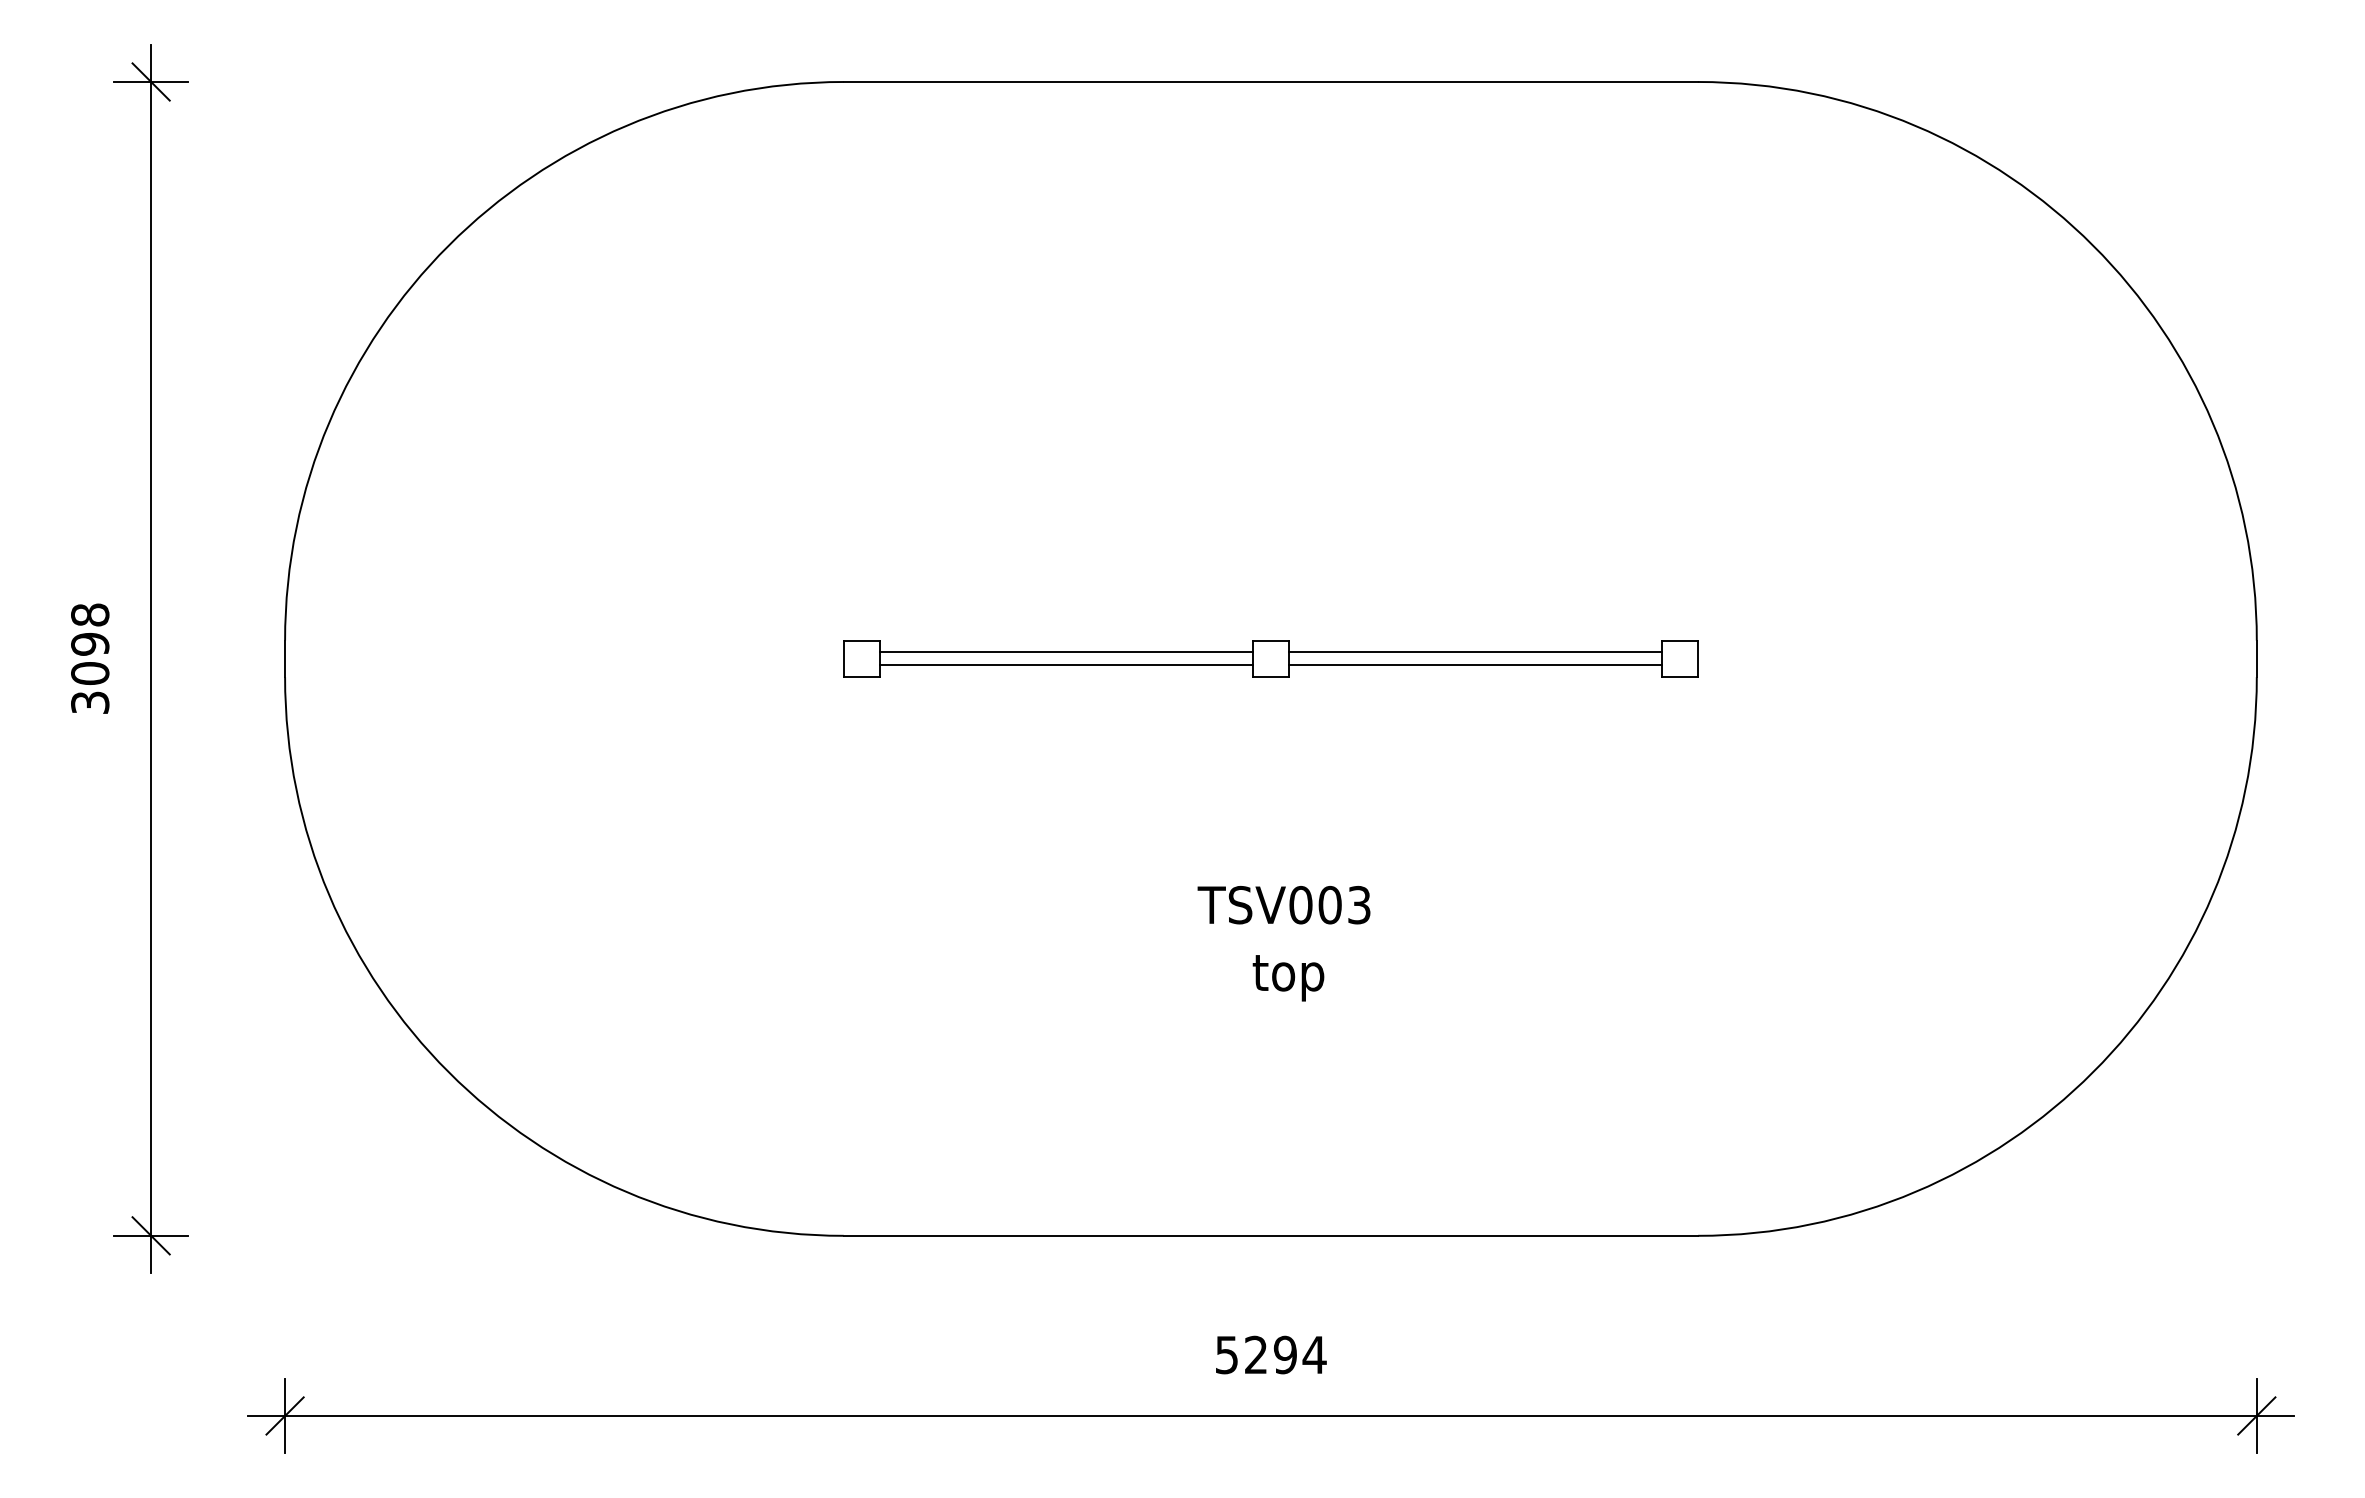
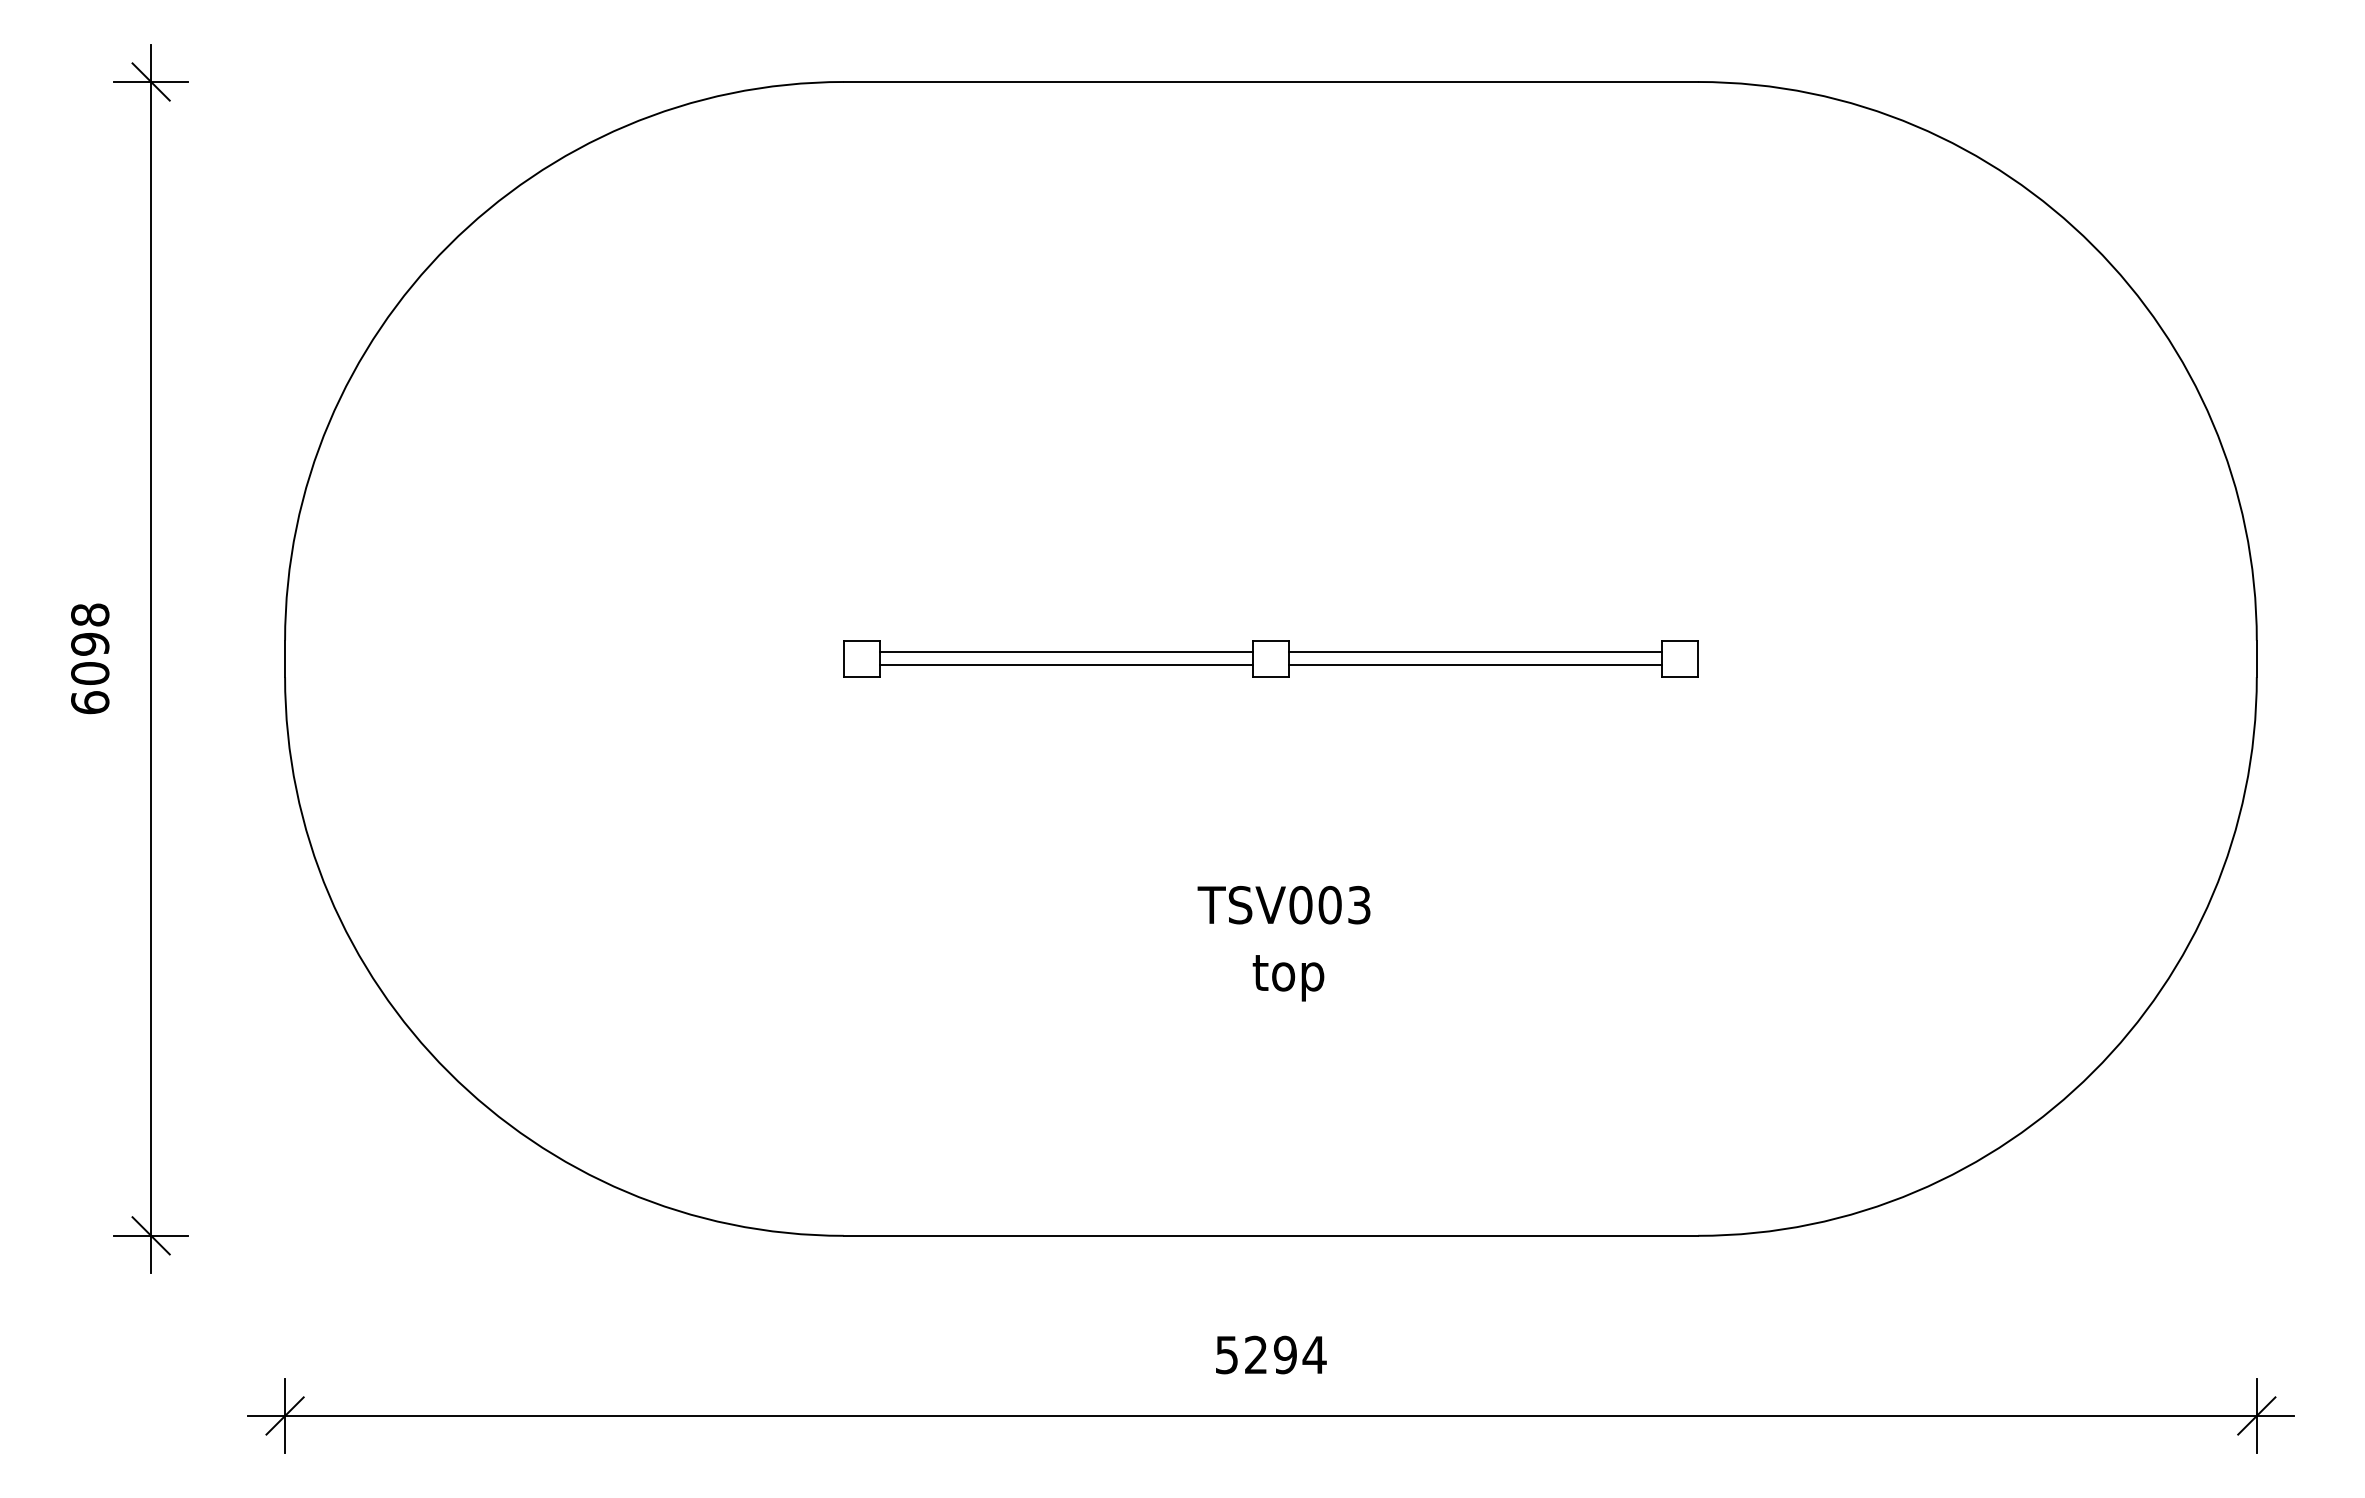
text at (90, 702): 3098 -> 6098
